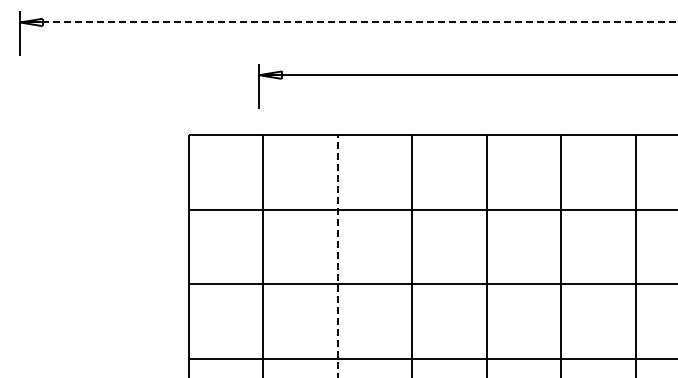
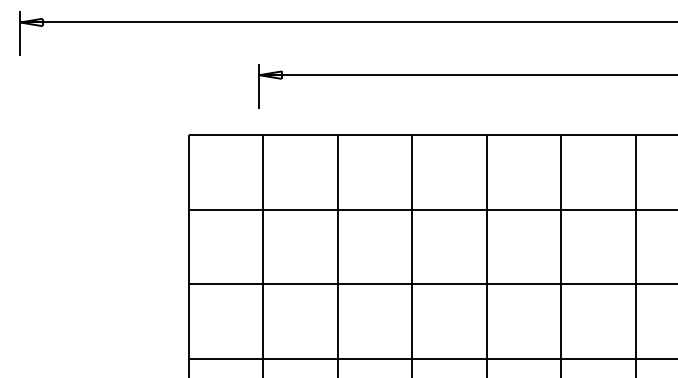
line at (349, 22): dashed -> solid
line at (337, 256): dashed -> solid
